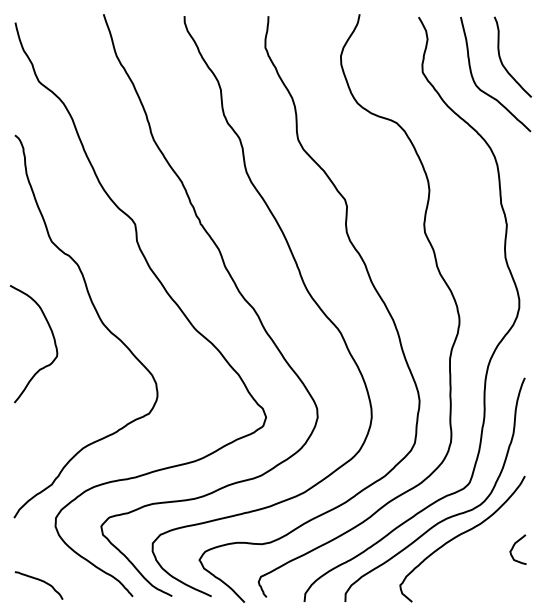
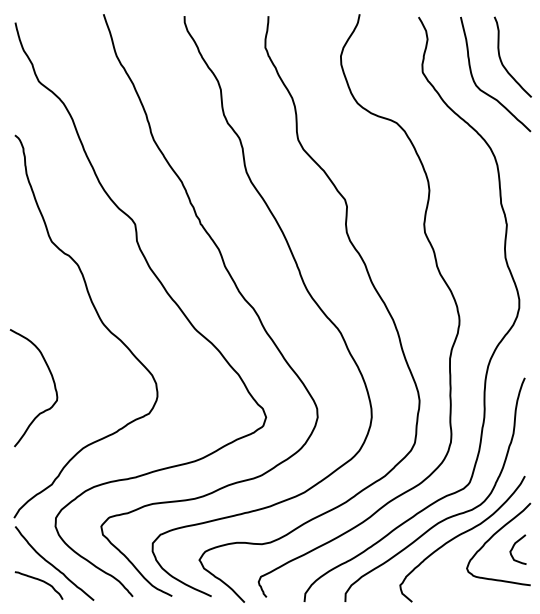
curve at (53, 340) position: (53, 340) -> (53, 384)
curve at (492, 537): none -> present
curve at (54, 565): none -> present
